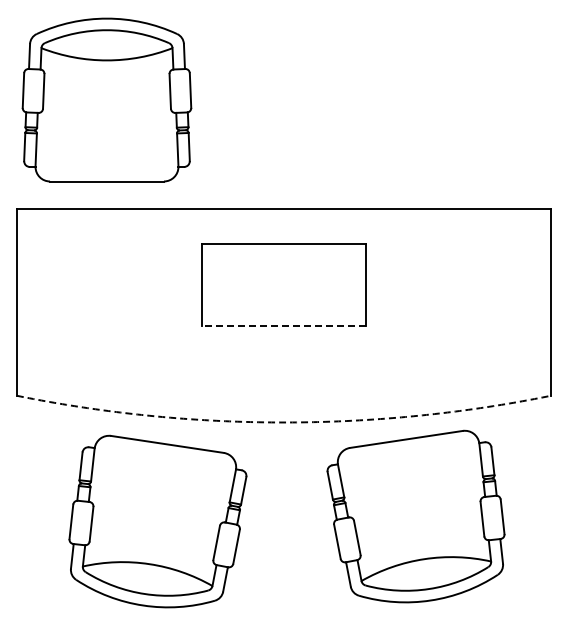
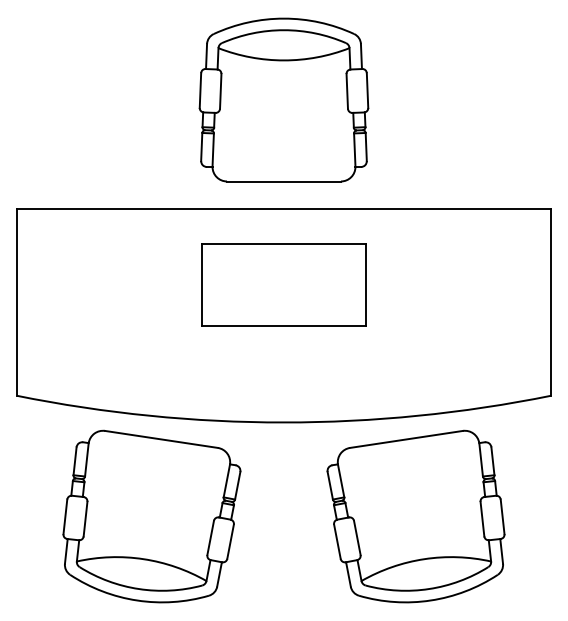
part at (106, 99) position: (106, 99) -> (283, 99)
line at (284, 325): dashed -> solid
arc at (283, 422): dashed -> solid
part at (157, 521) position: (157, 521) -> (151, 516)
